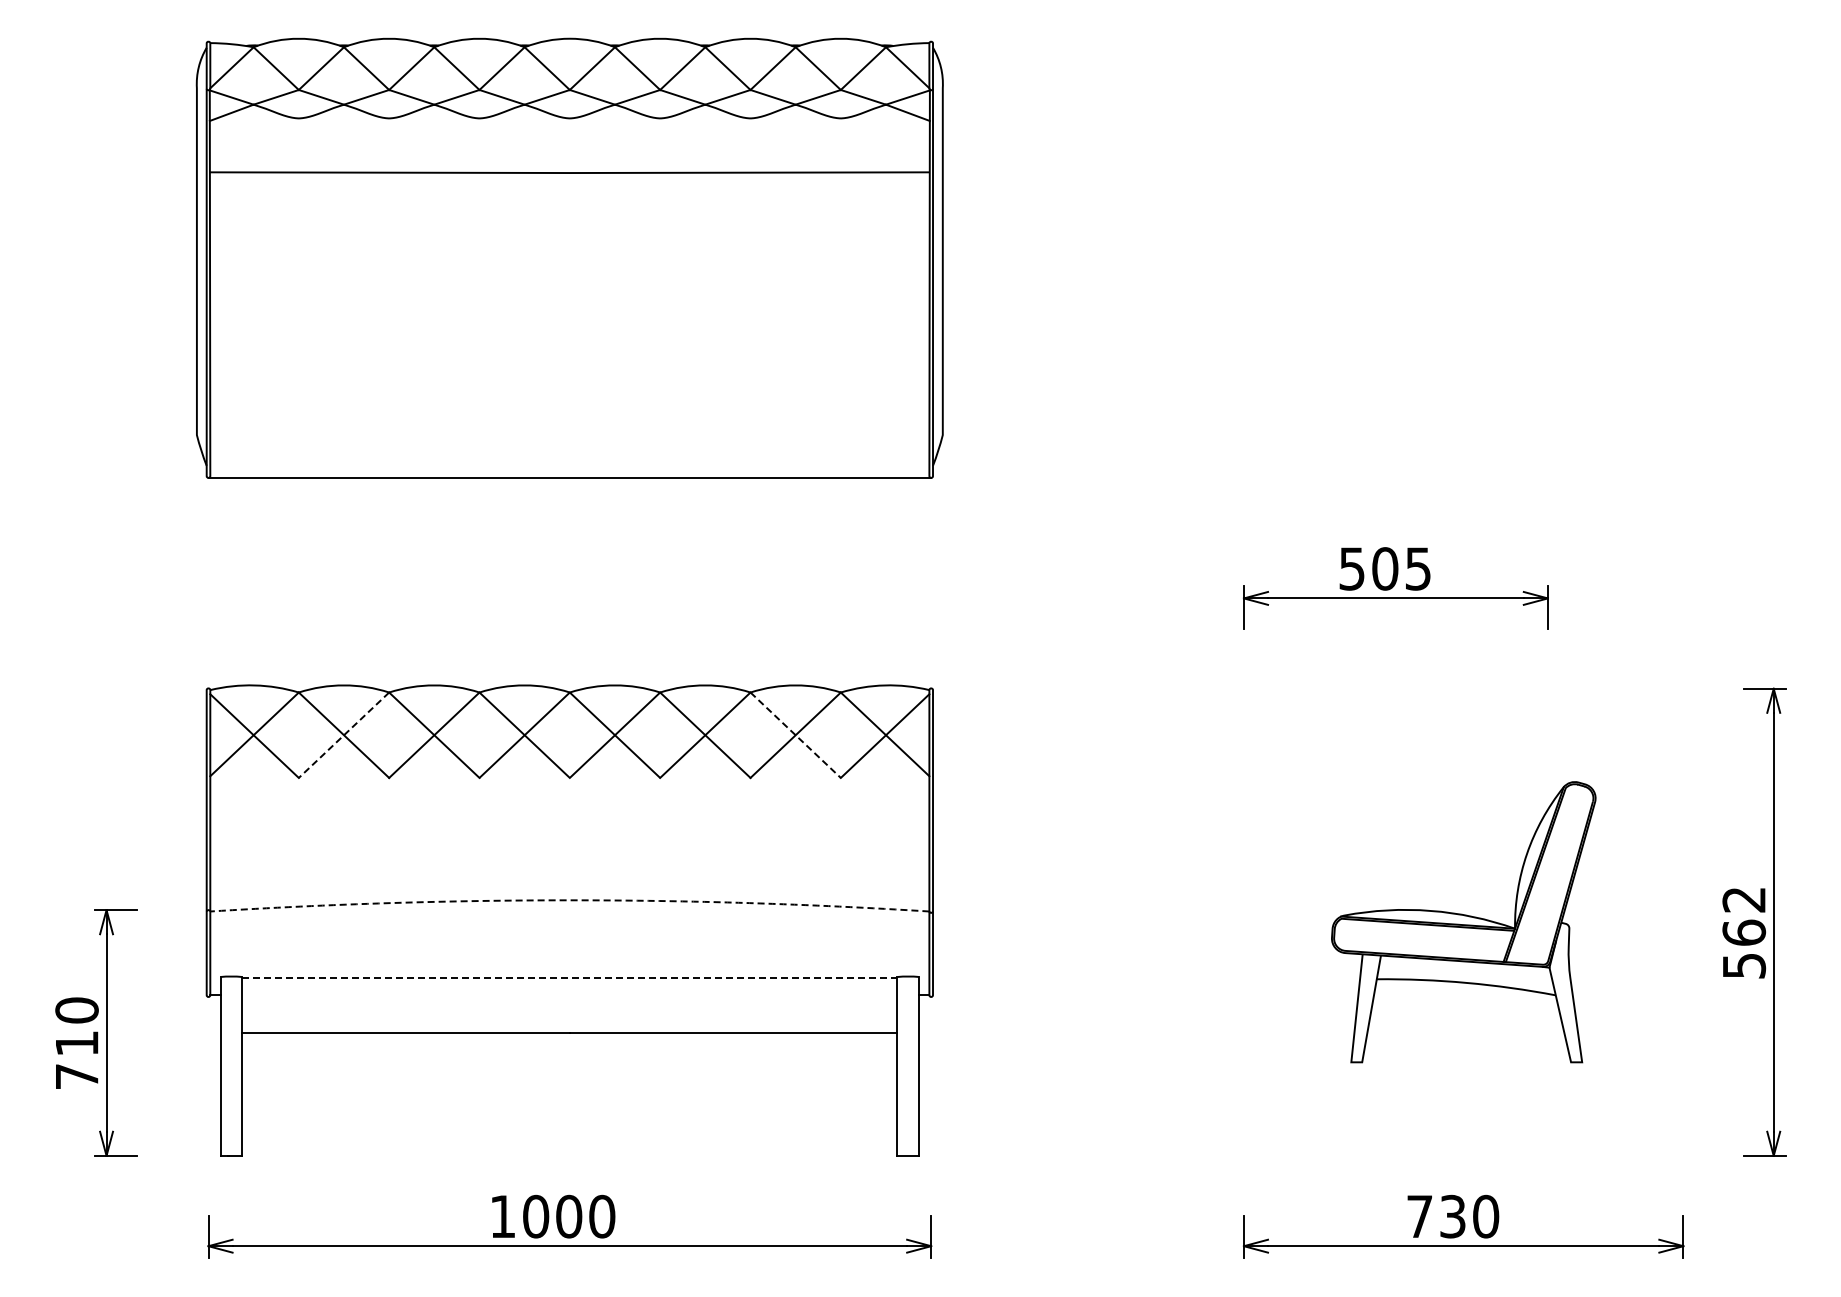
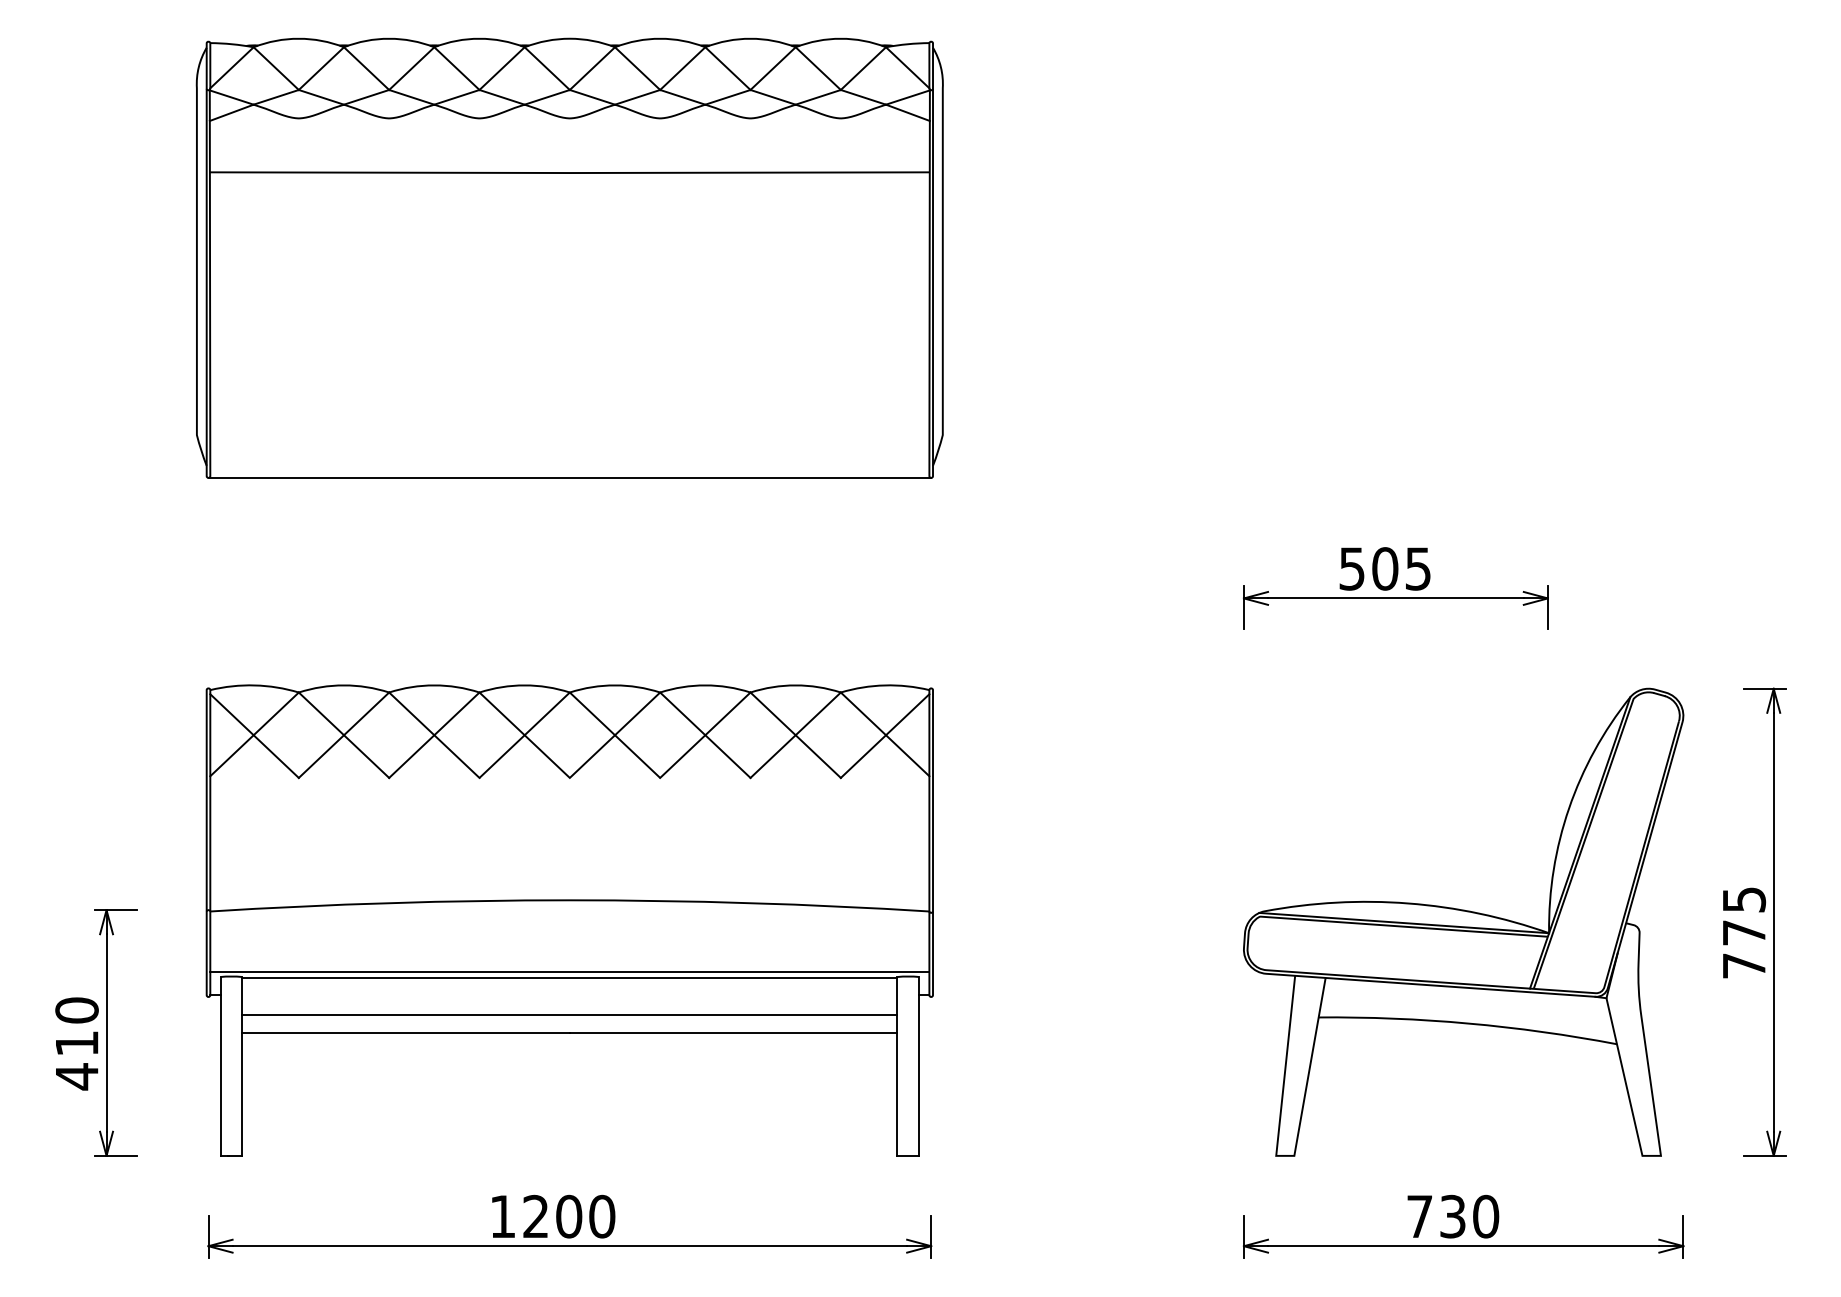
line at (343, 735): dashed -> solid
line at (796, 735): dashed -> solid
line at (569, 900): dashed -> solid
part at (1463, 922) size: 266x283 px -> 442x470 px
text at (1744, 932): 562 -> 775
line at (569, 971): none -> present
line at (569, 978): dashed -> solid
line at (569, 1015): none -> present
text at (77, 1076): 710 -> 410
text at (536, 1216): 1000 -> 1200
